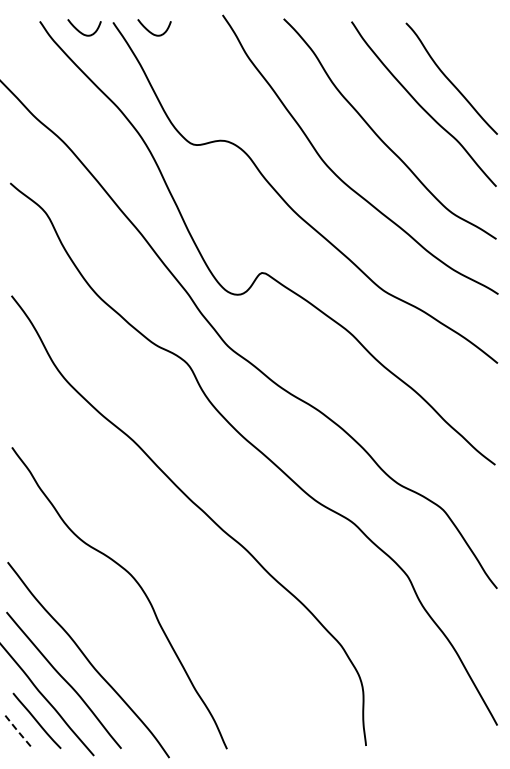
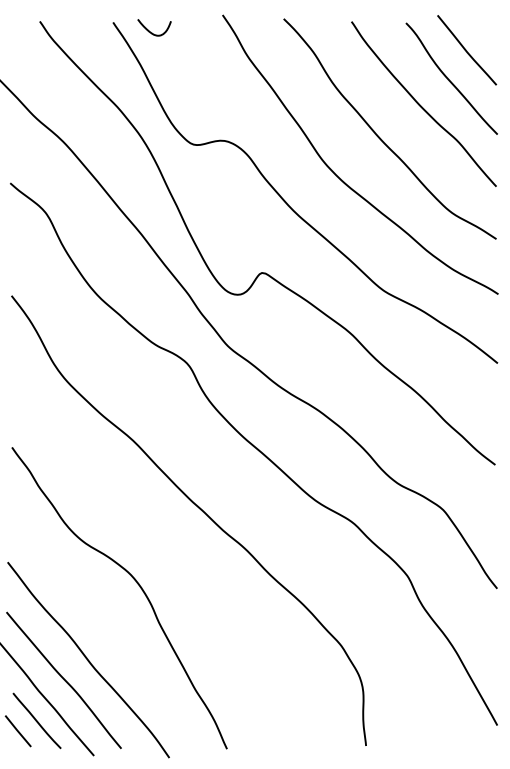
curve at (82, 32): present -> none
curve at (466, 50): none -> present
line at (18, 731): dashed -> solid
